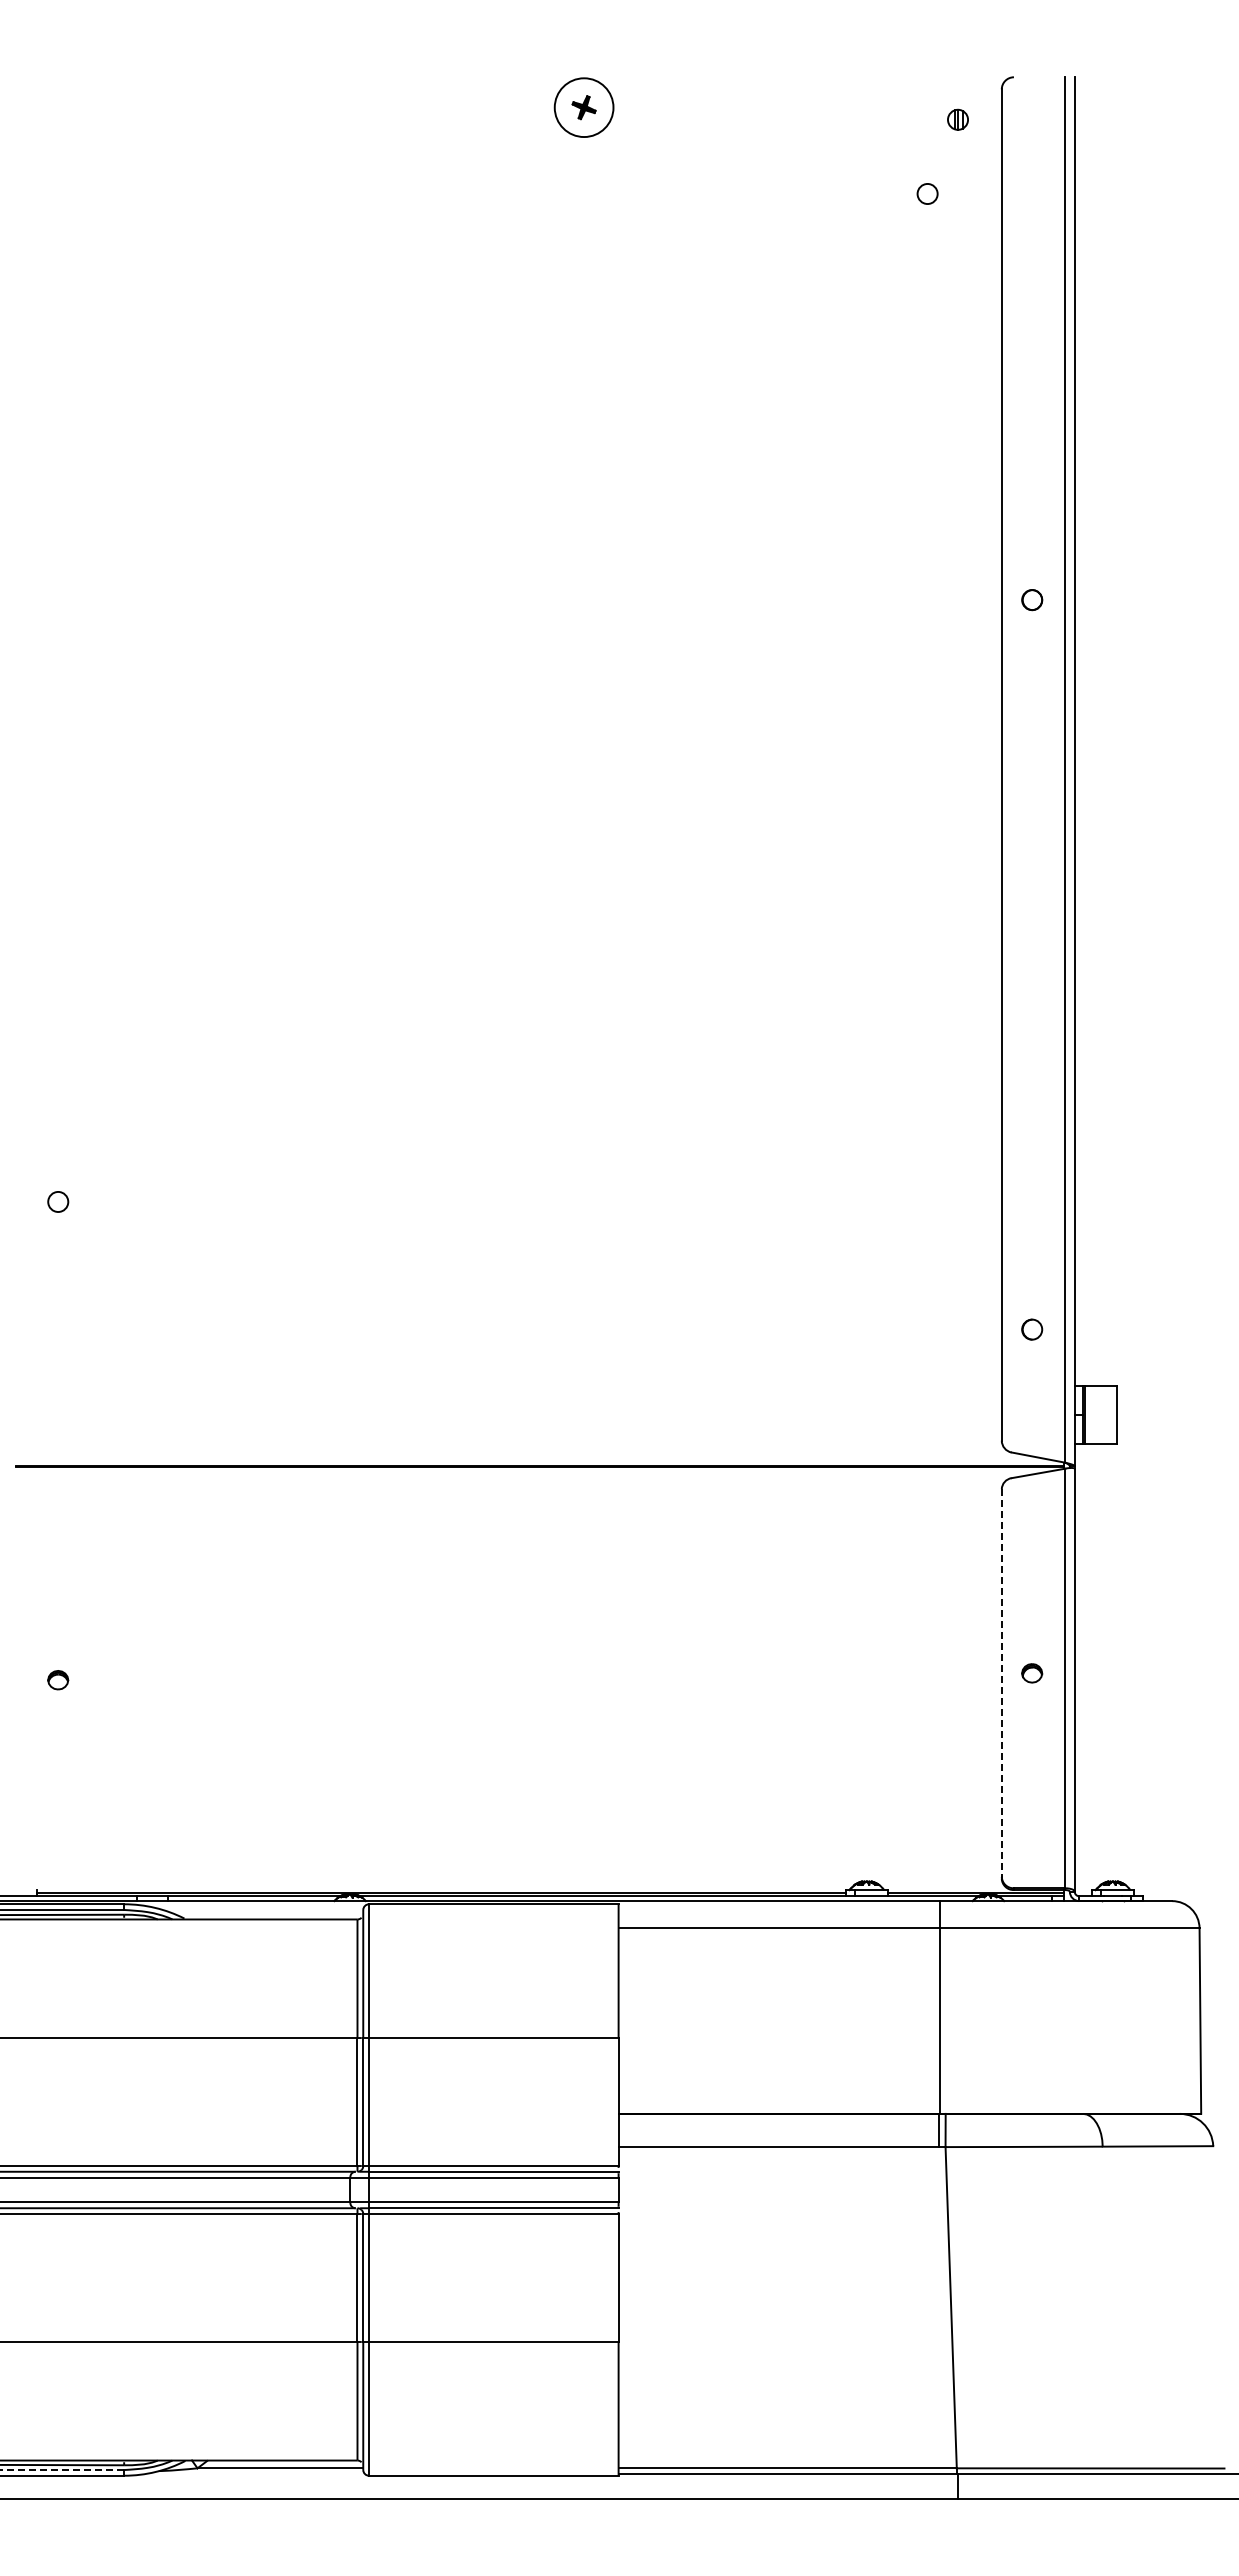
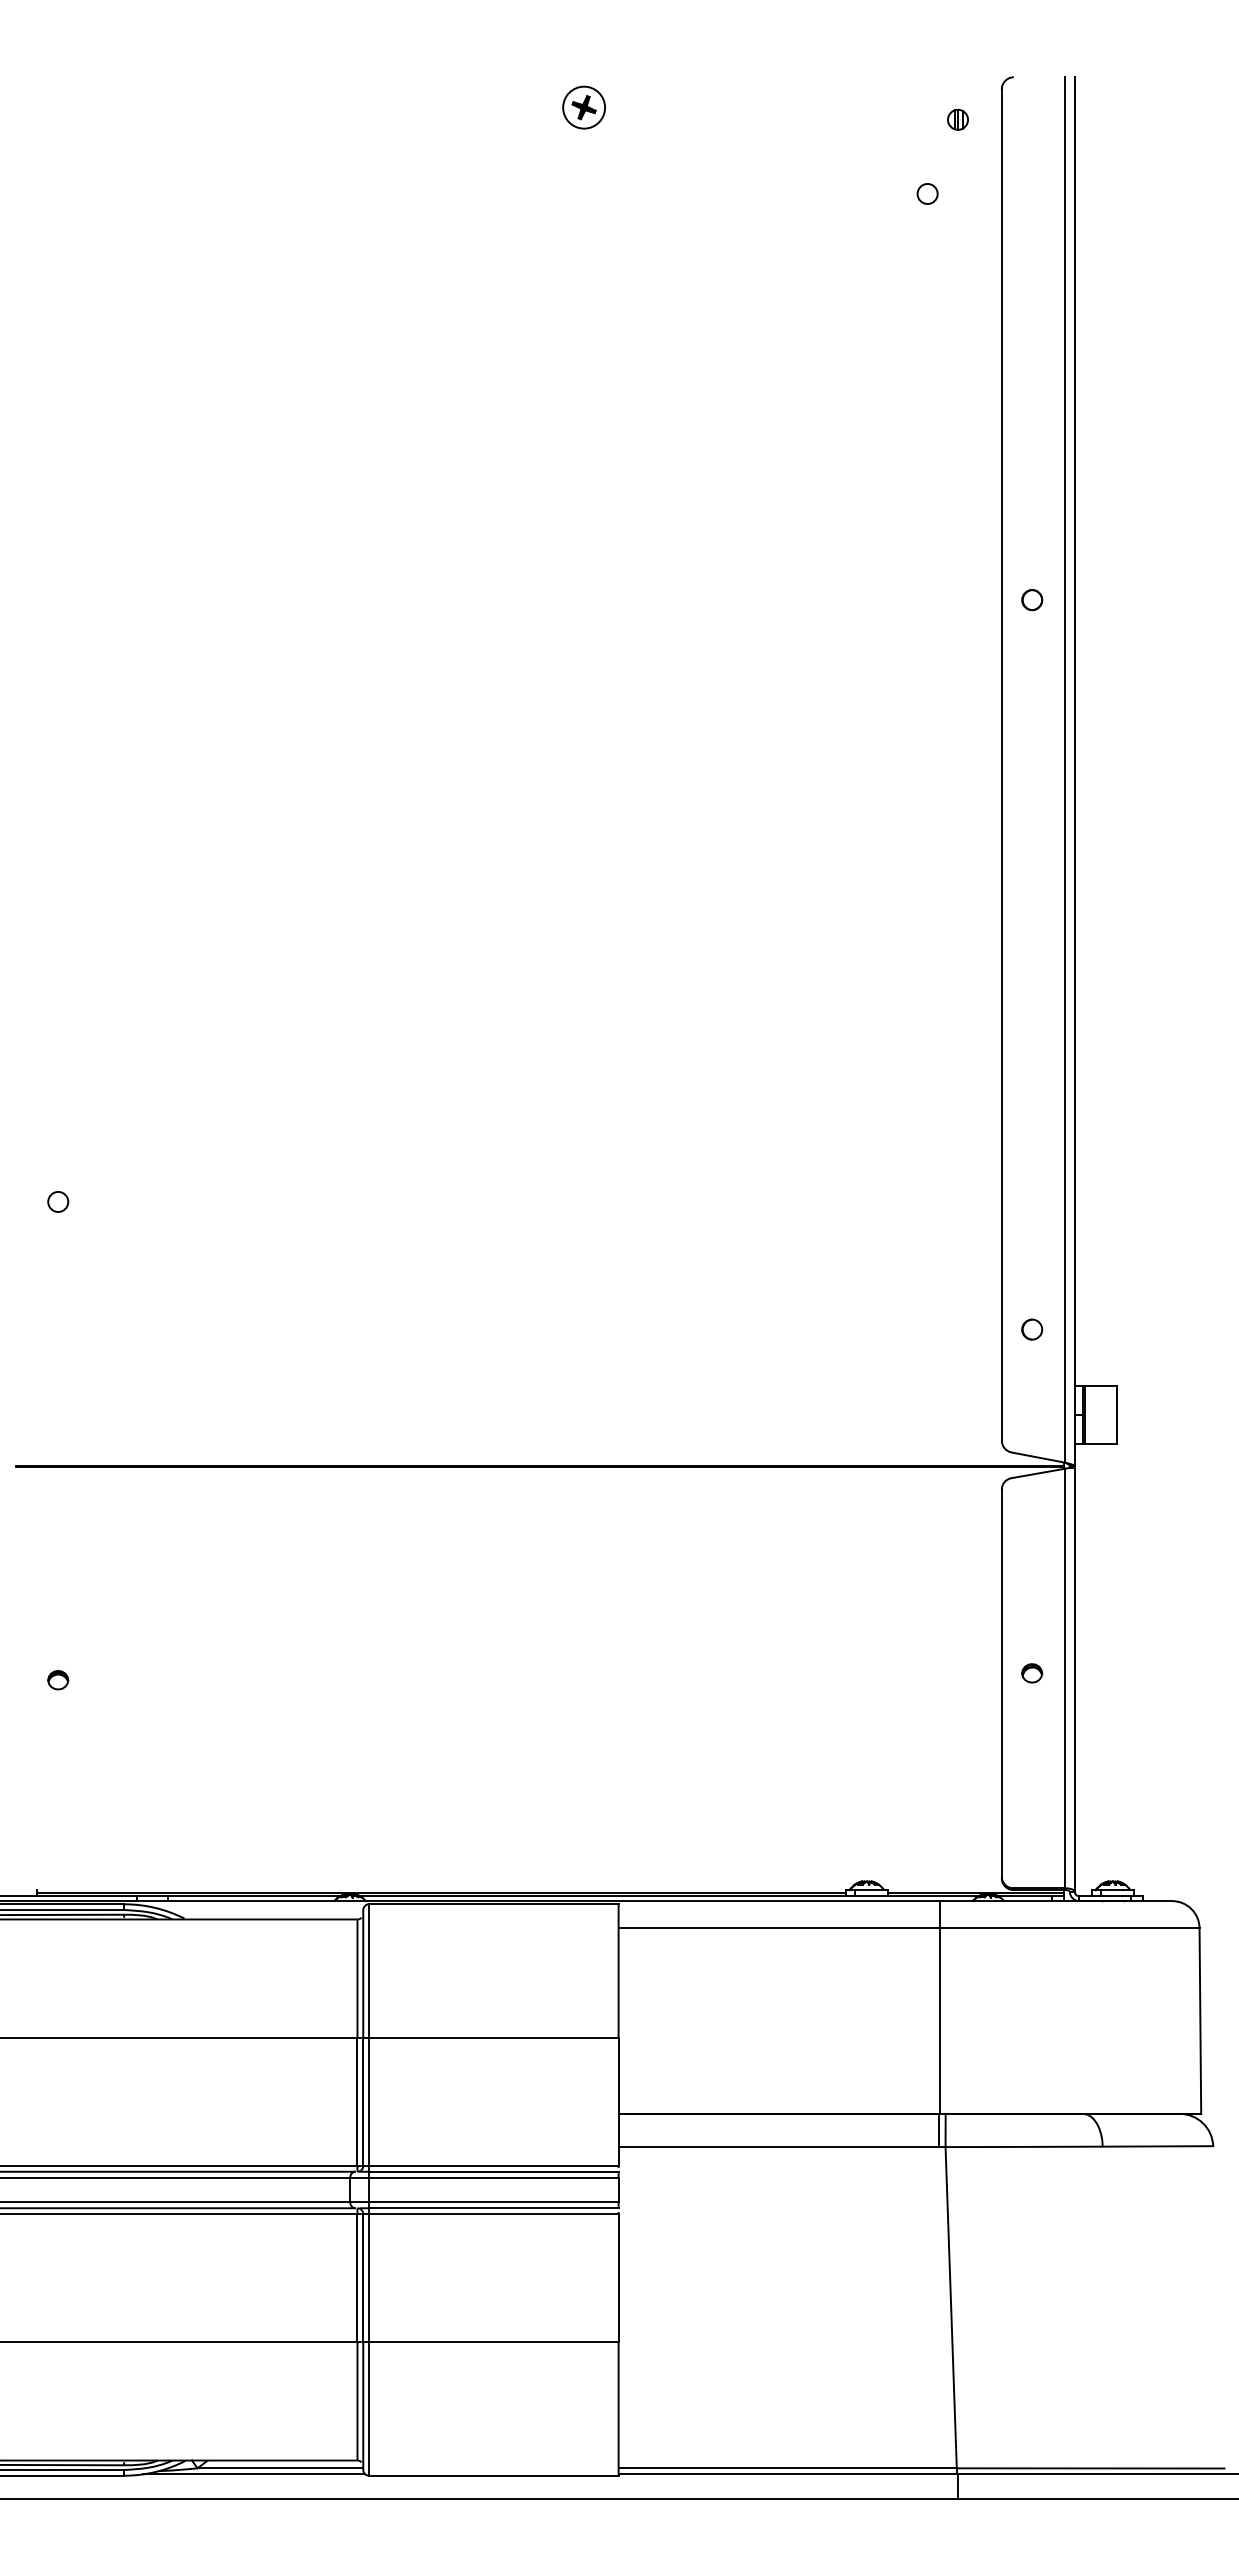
circle at (583, 107) diameter: 59 px -> 42 px
line at (1001, 1683): dashed -> solid
line at (62, 2470): dashed -> solid
line at (254, 2474): none -> present
